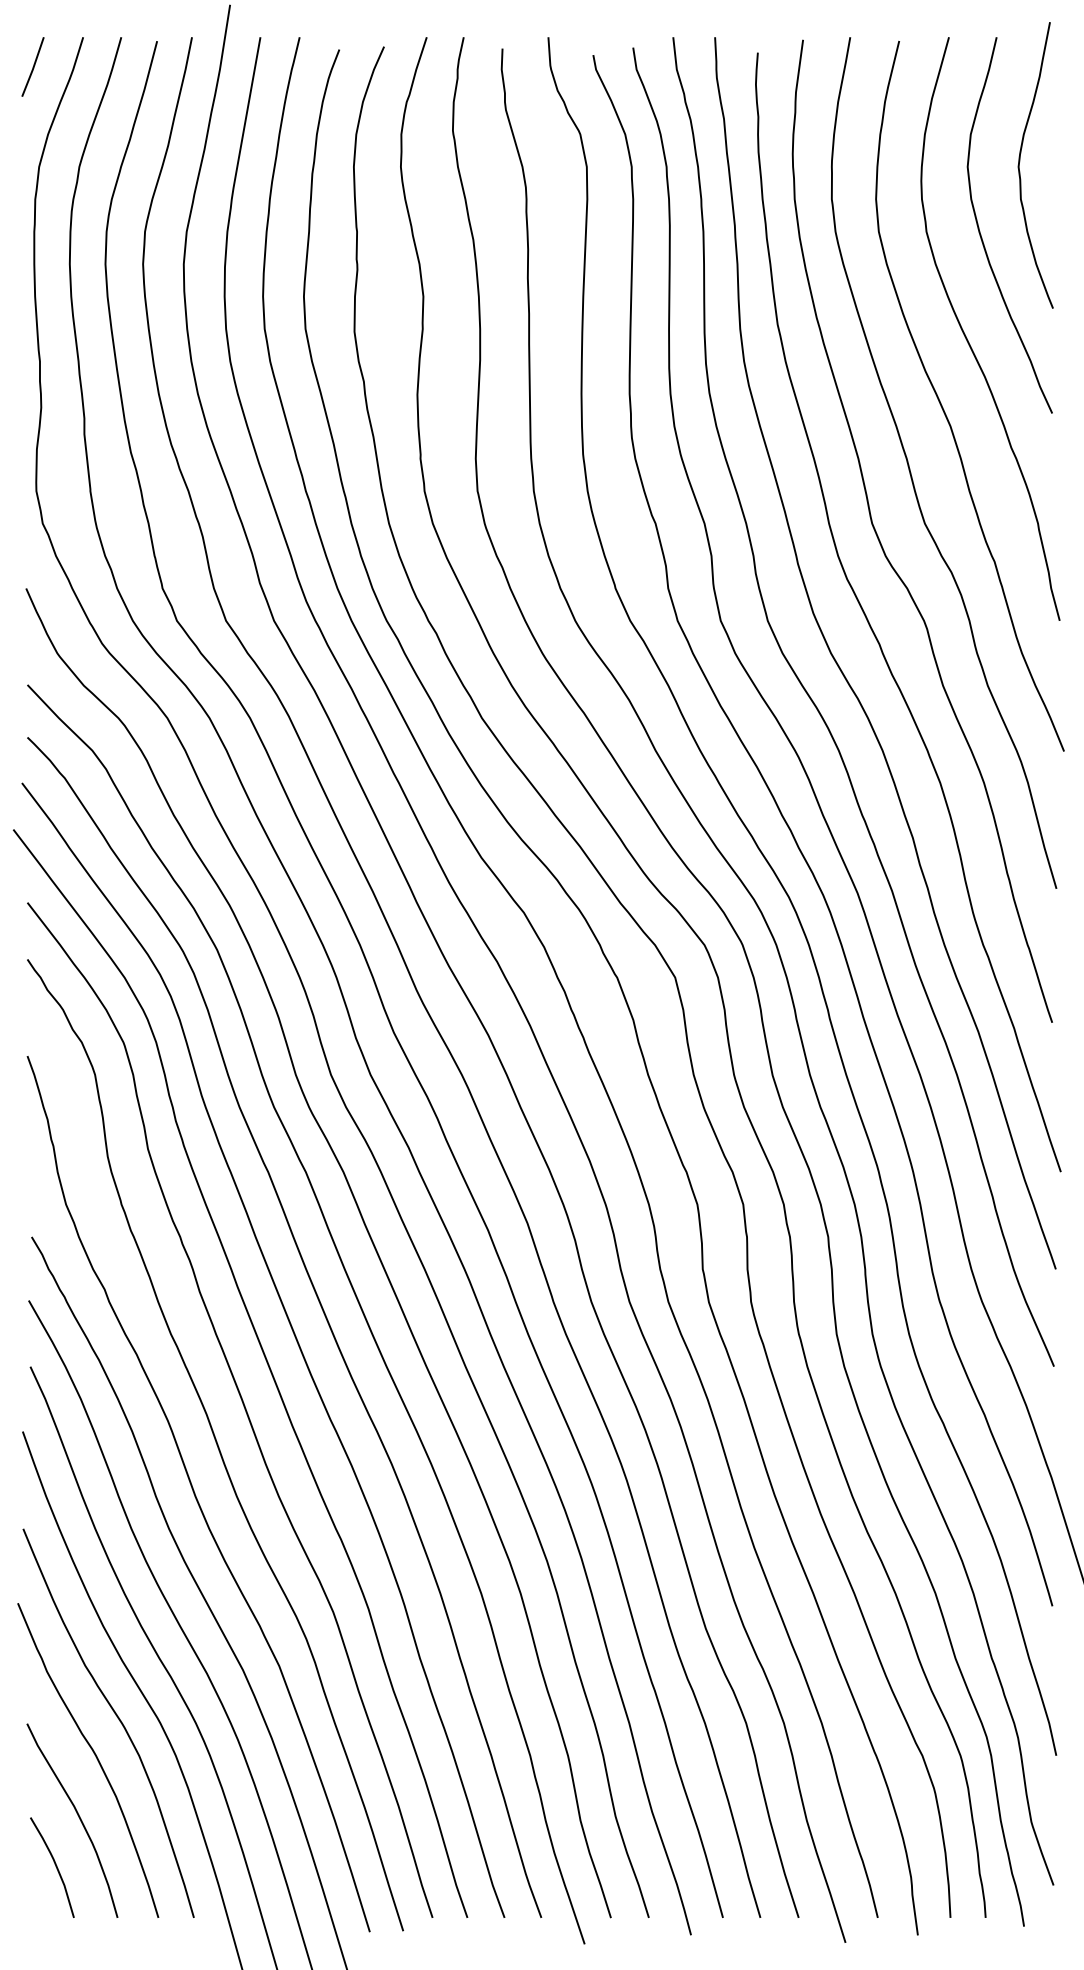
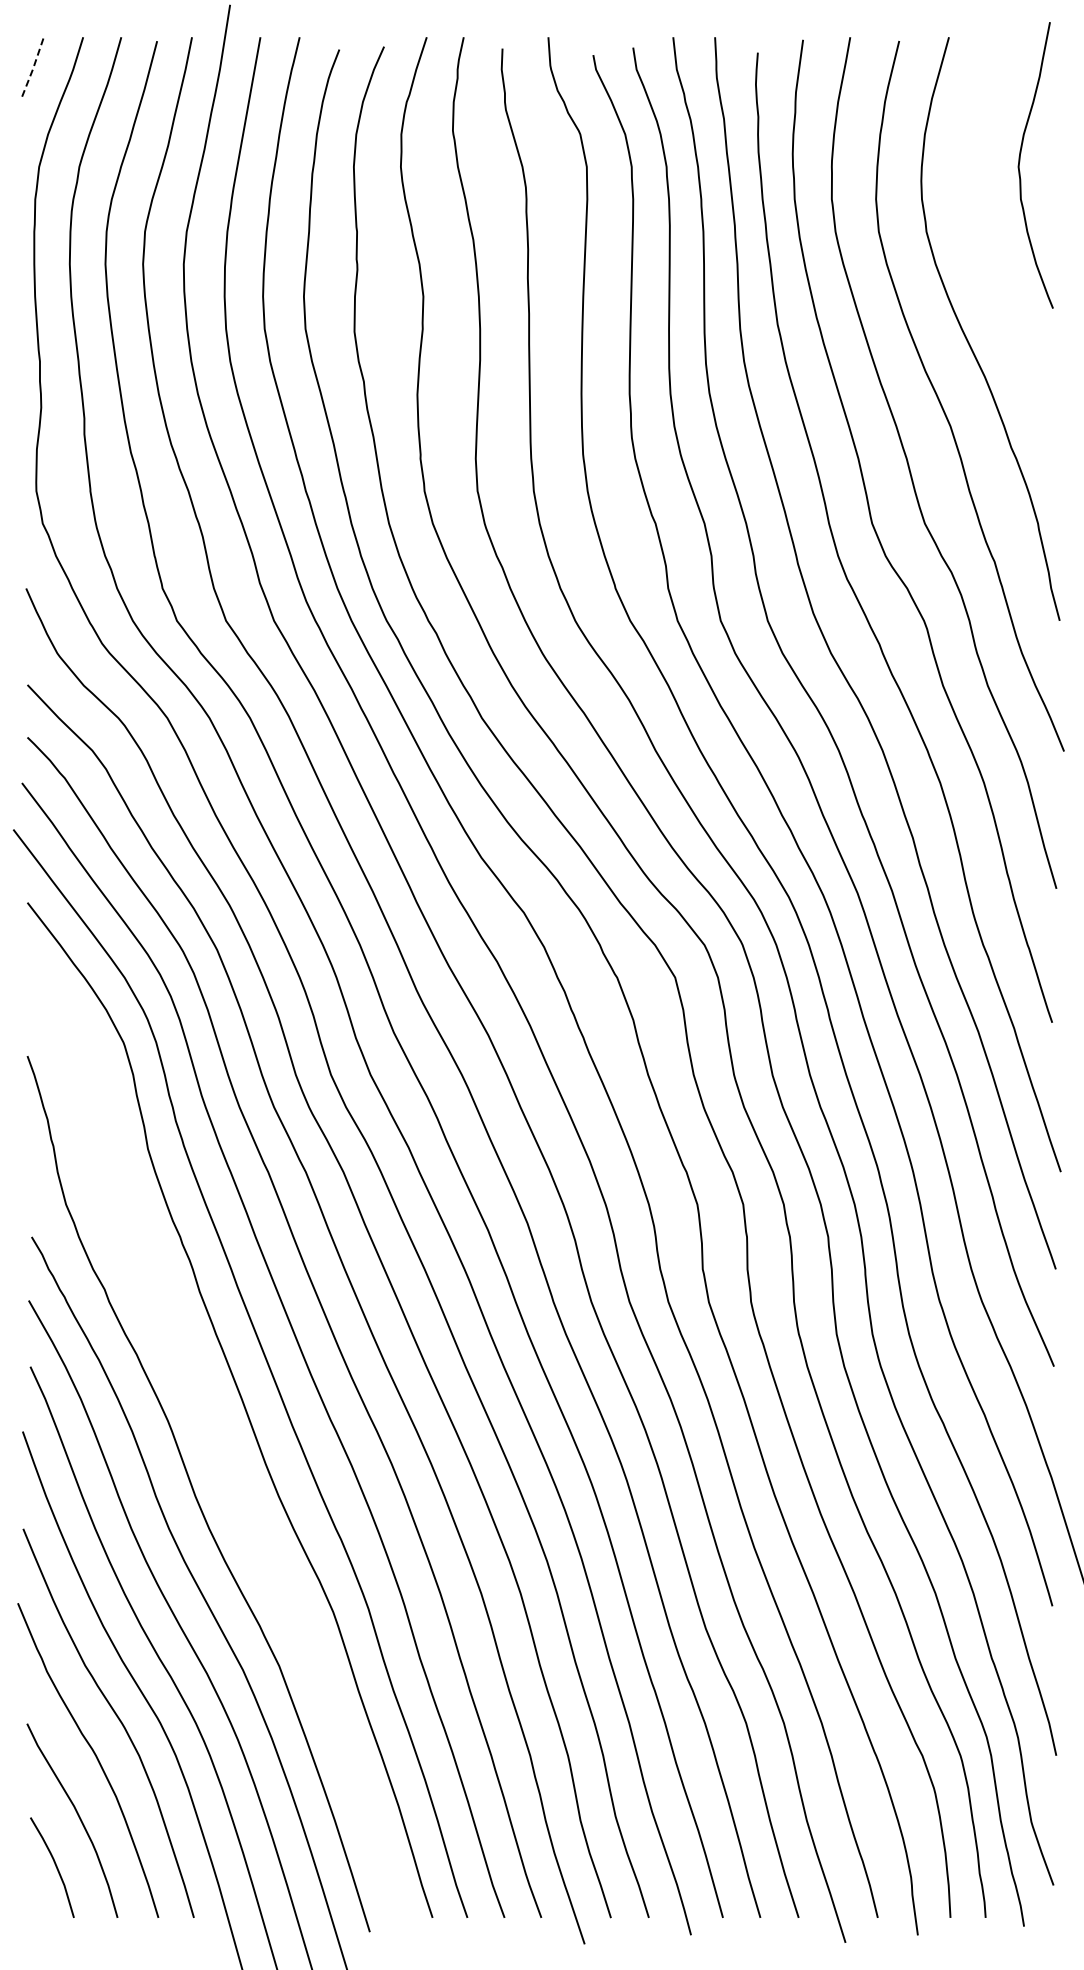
line at (33, 67): solid -> dashed
curve at (981, 234): present -> none
curve at (216, 1445): present -> none
